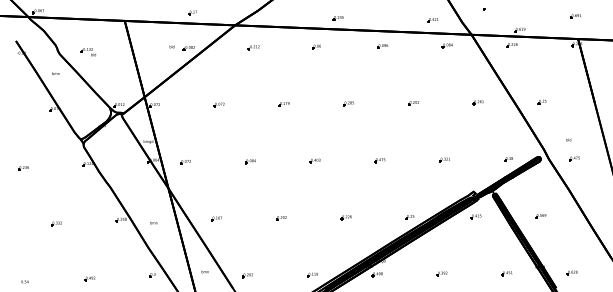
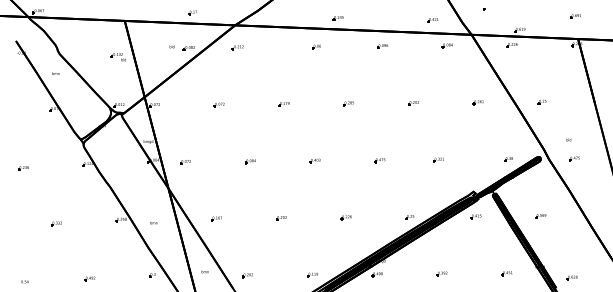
part at (253, 47) position: (253, 47) -> (237, 47)
part at (87, 52) position: (87, 52) -> (117, 57)
part at (444, 159) position: (444, 159) -> (438, 159)
part at (571, 272) position: (571, 272) -> (571, 277)
